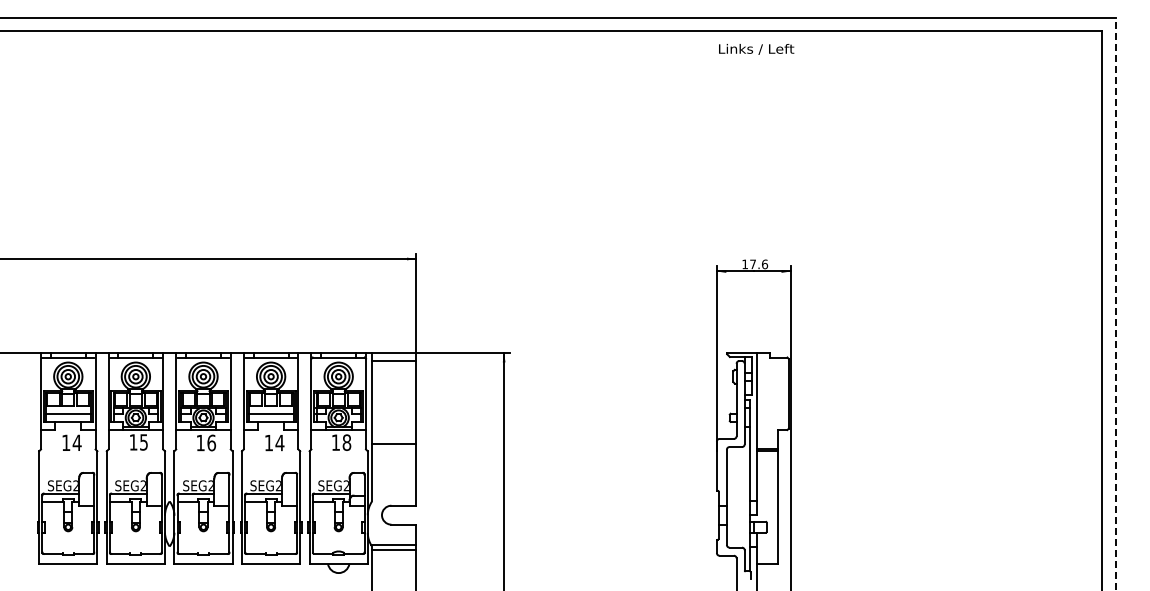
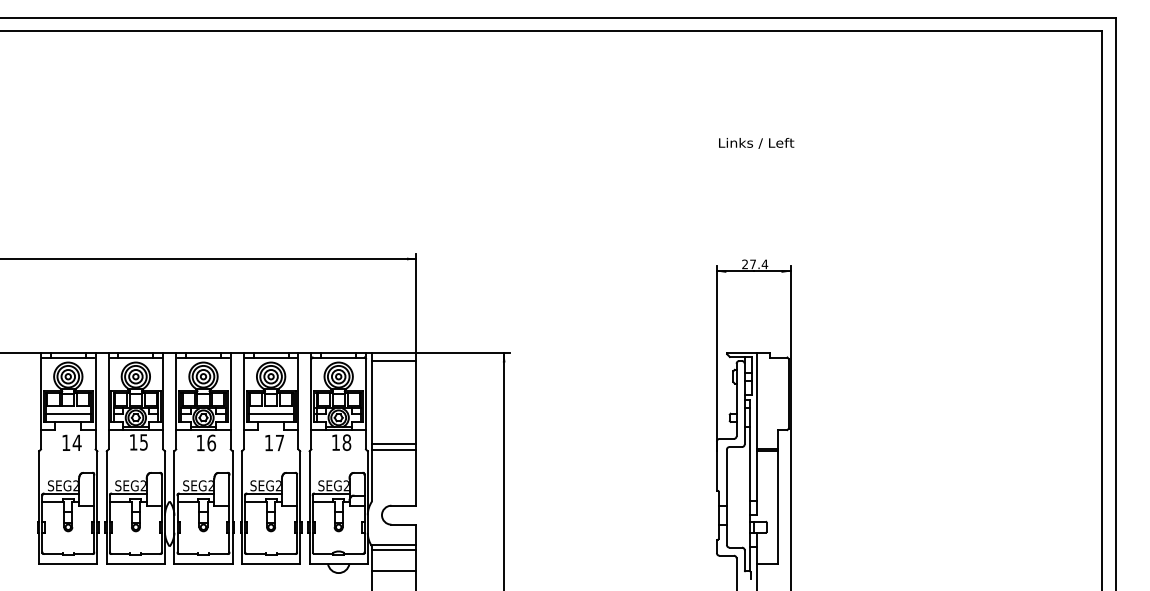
text at (756, 49) position: (756, 49) -> (756, 143)
text at (755, 264): 17.6 -> 27.4
line at (1115, 303): dashed -> solid
text at (279, 443): 14 -> 17
line at (394, 449): none -> present
line at (394, 571): none -> present
